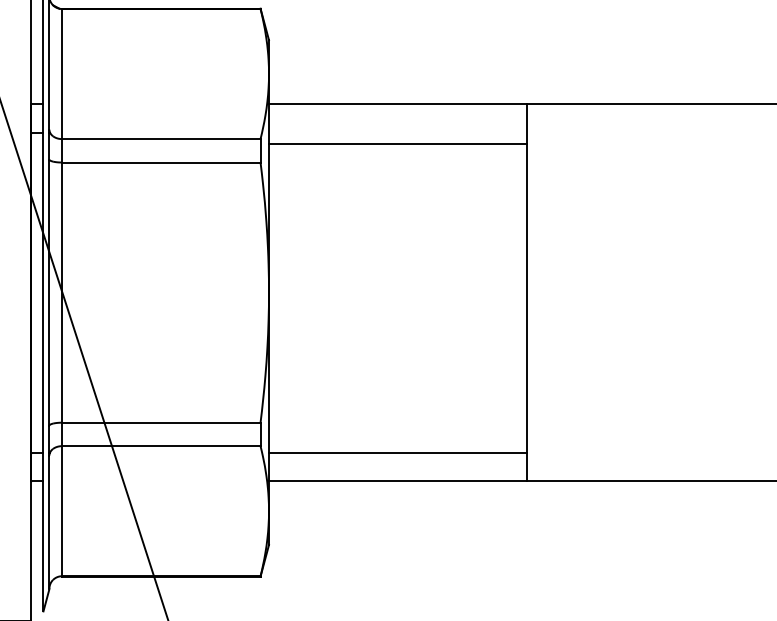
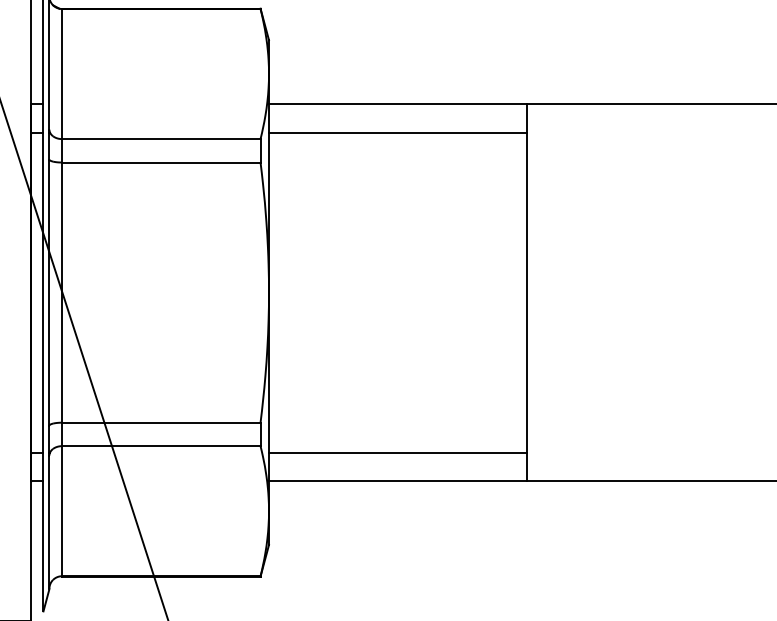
line at (397, 143) position: (397, 143) -> (397, 132)
